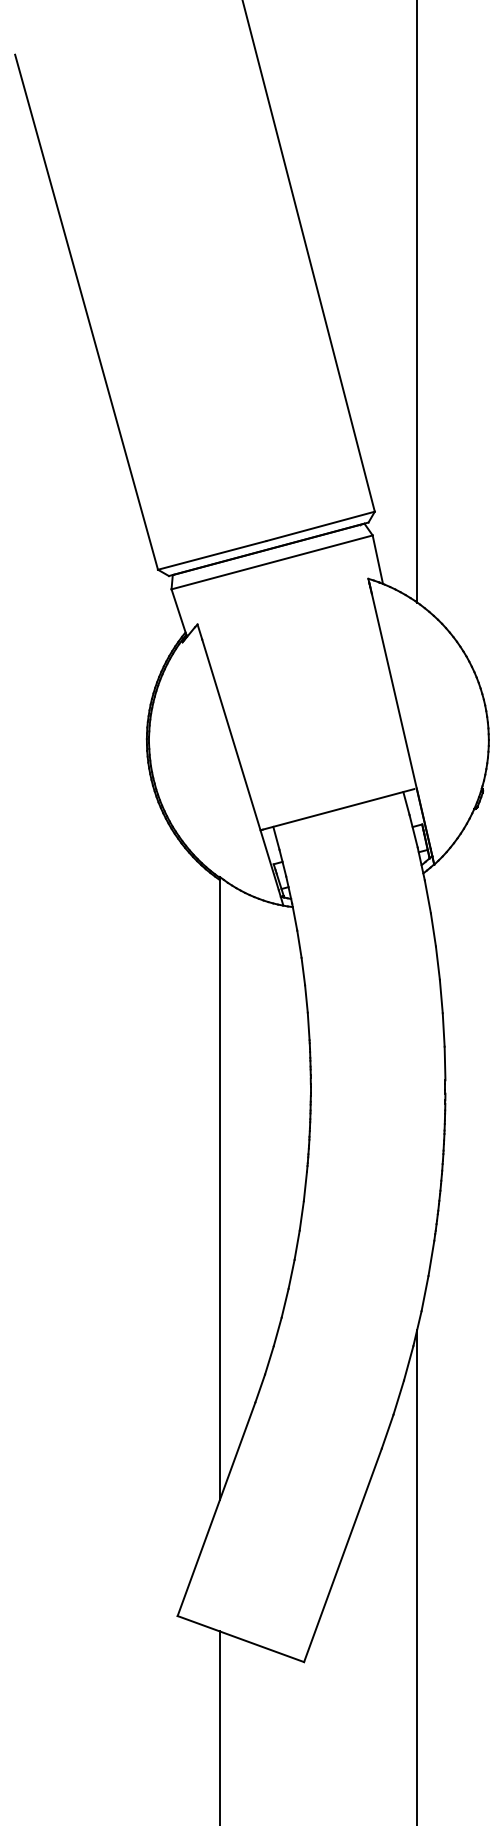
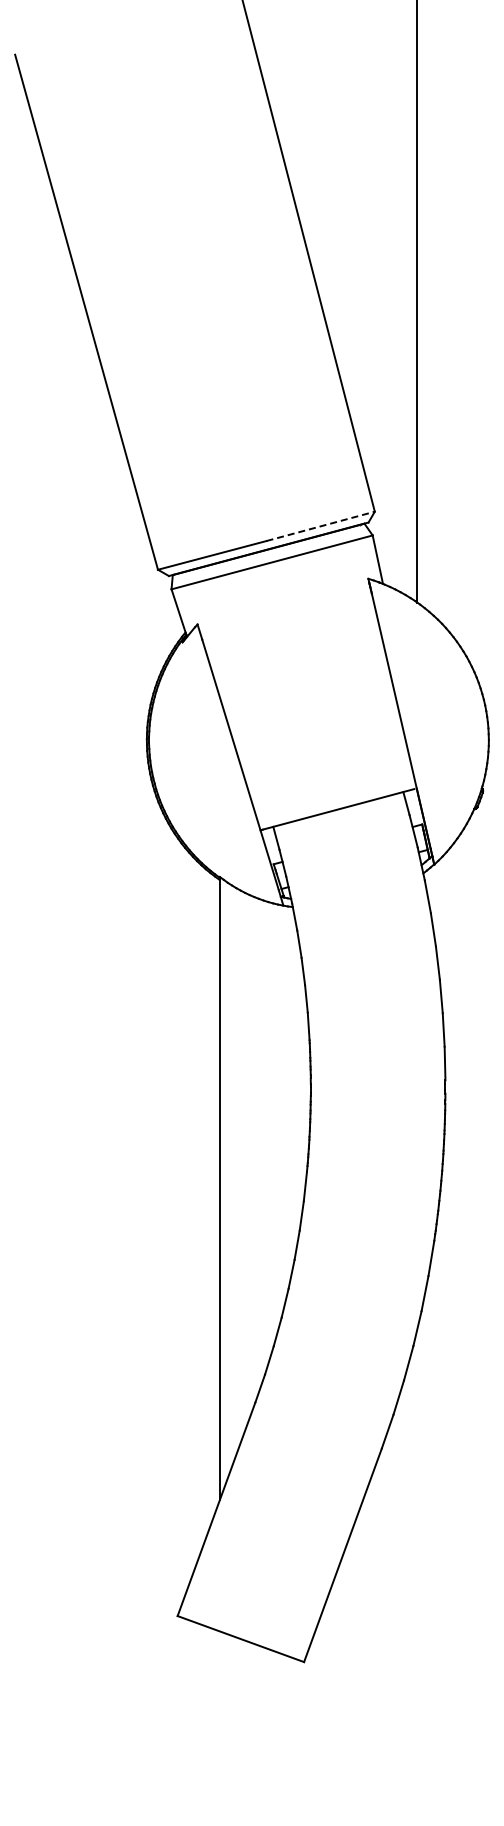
line at (321, 526): solid -> dashed
line at (417, 1576): present -> none
line at (219, 1726): present -> none
